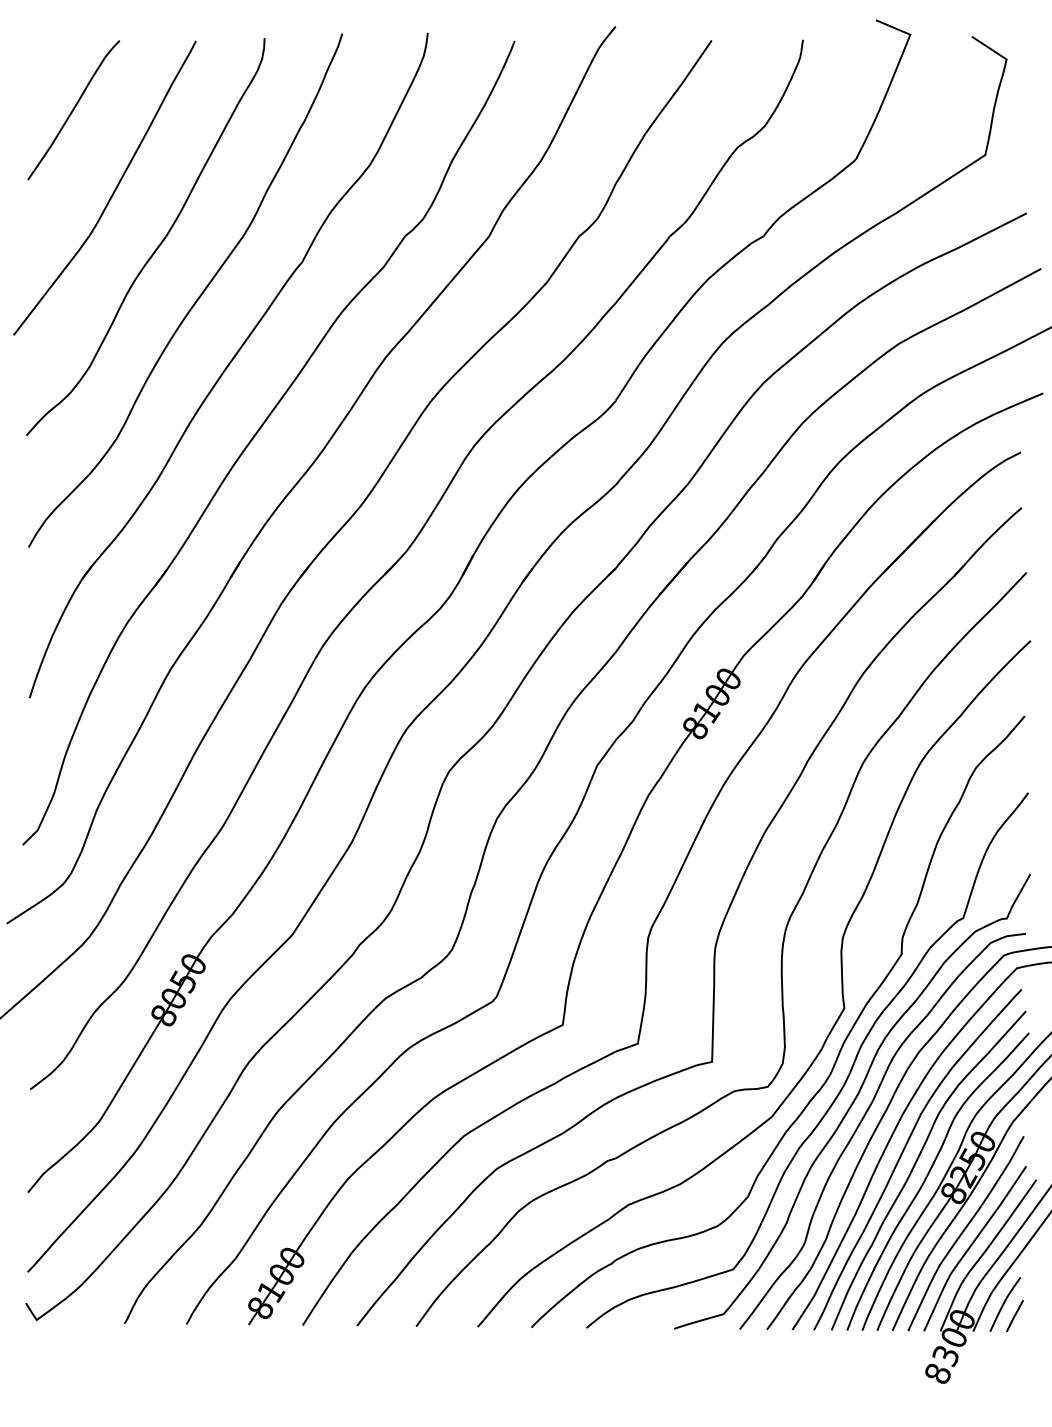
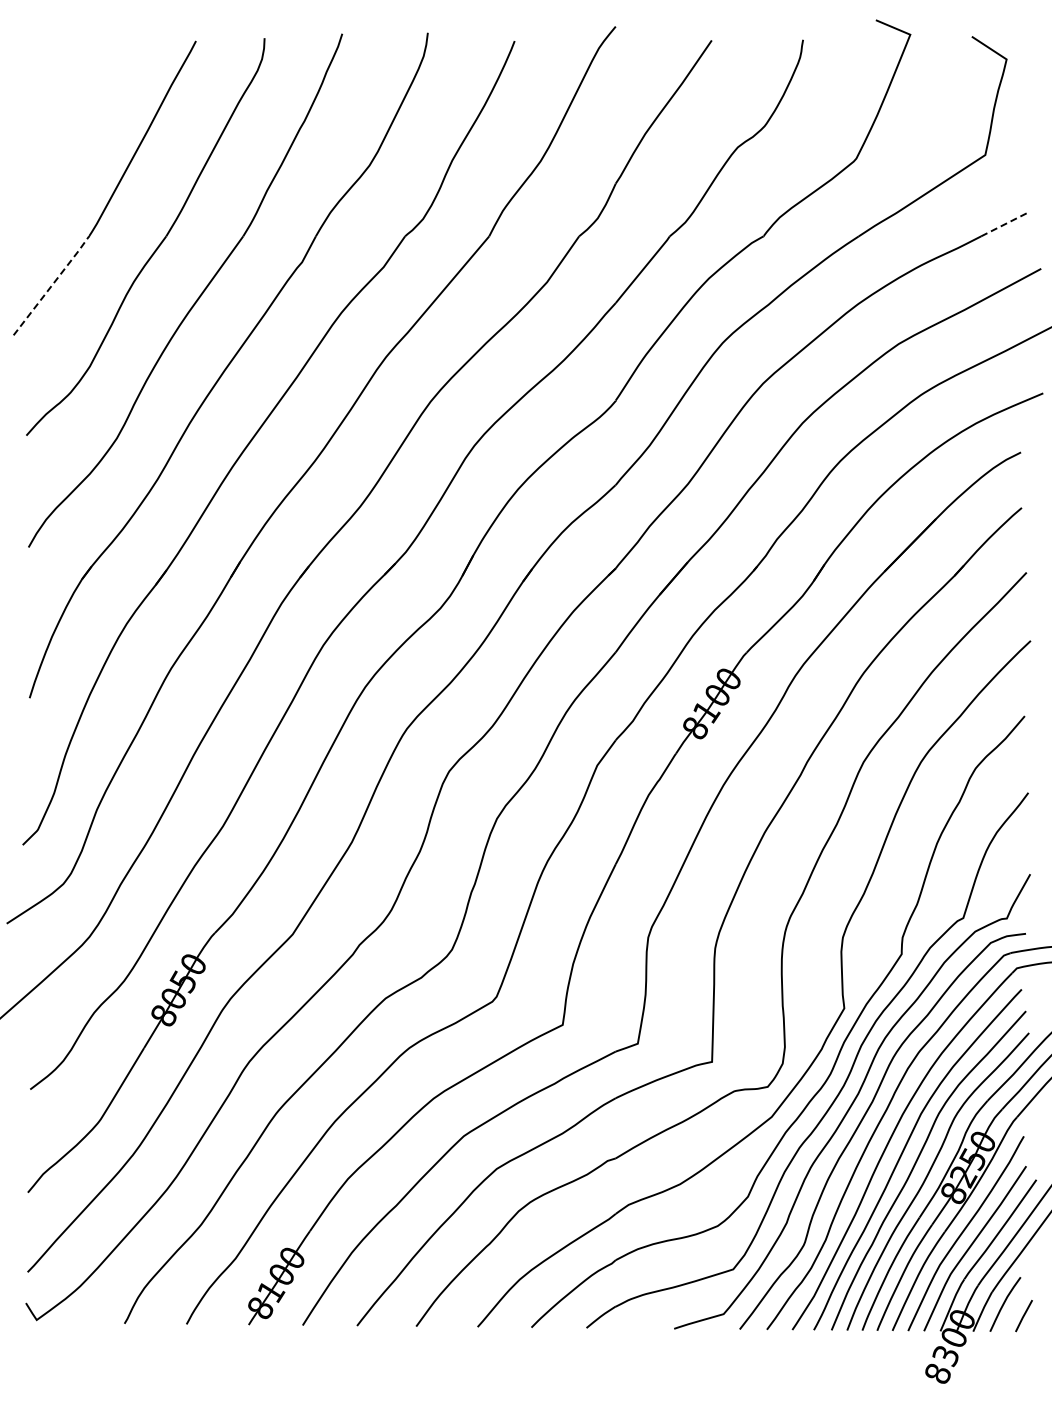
curve at (73, 110): present -> none
line at (1004, 224): solid -> dashed
line at (52, 285): solid -> dashed
line at (1014, 1316) position: (1014, 1316) -> (1023, 1316)
